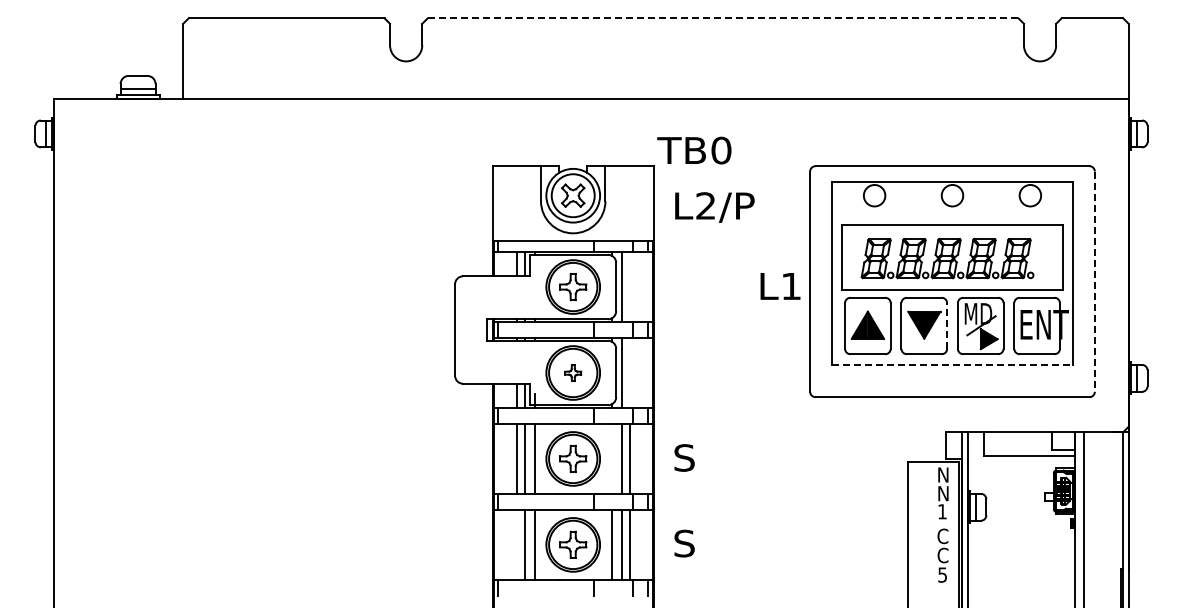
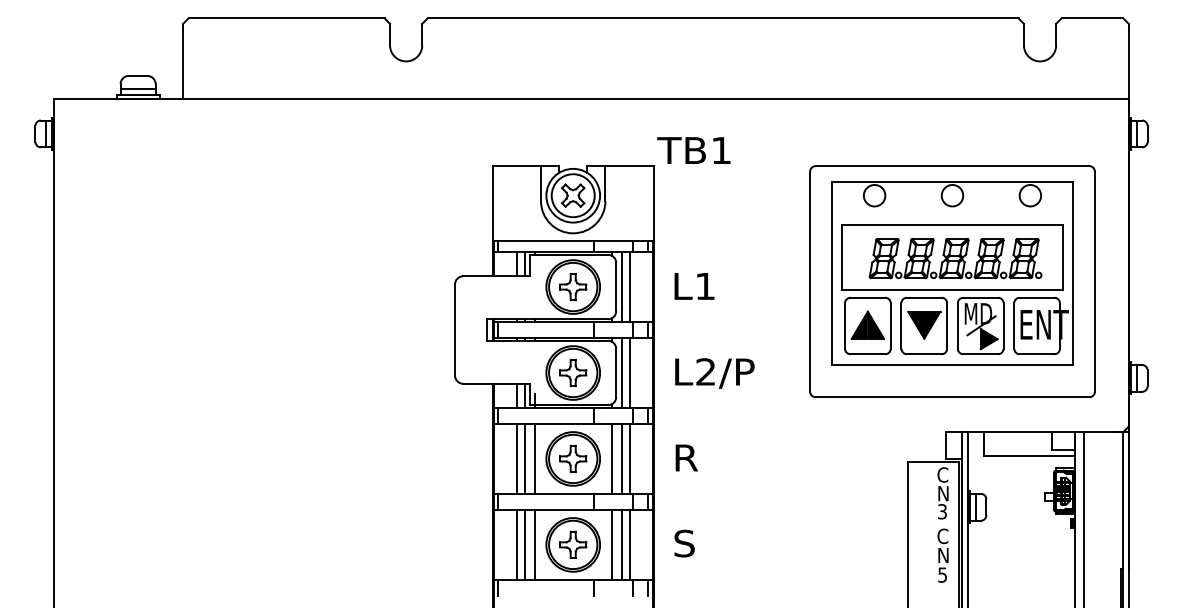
line at (723, 18): dashed -> solid
text at (721, 150): TB0 -> TB1
text at (714, 207) position: (714, 207) -> (714, 373)
part at (947, 258) position: (947, 258) -> (955, 258)
line at (1094, 282): dashed -> solid
line at (629, 286): none -> present
text at (780, 286) position: (780, 286) -> (694, 286)
line at (947, 326): dashed -> solid
line at (952, 364): dashed -> solid
part at (573, 372) size: 19x18 px -> 29x29 px
line at (629, 372): none -> present
text at (685, 457): S -> R
line at (611, 458): none -> present
text at (942, 474): N -> C
text at (942, 511): 1 -> 3
line at (516, 544): none -> present
text at (942, 555): C -> N
